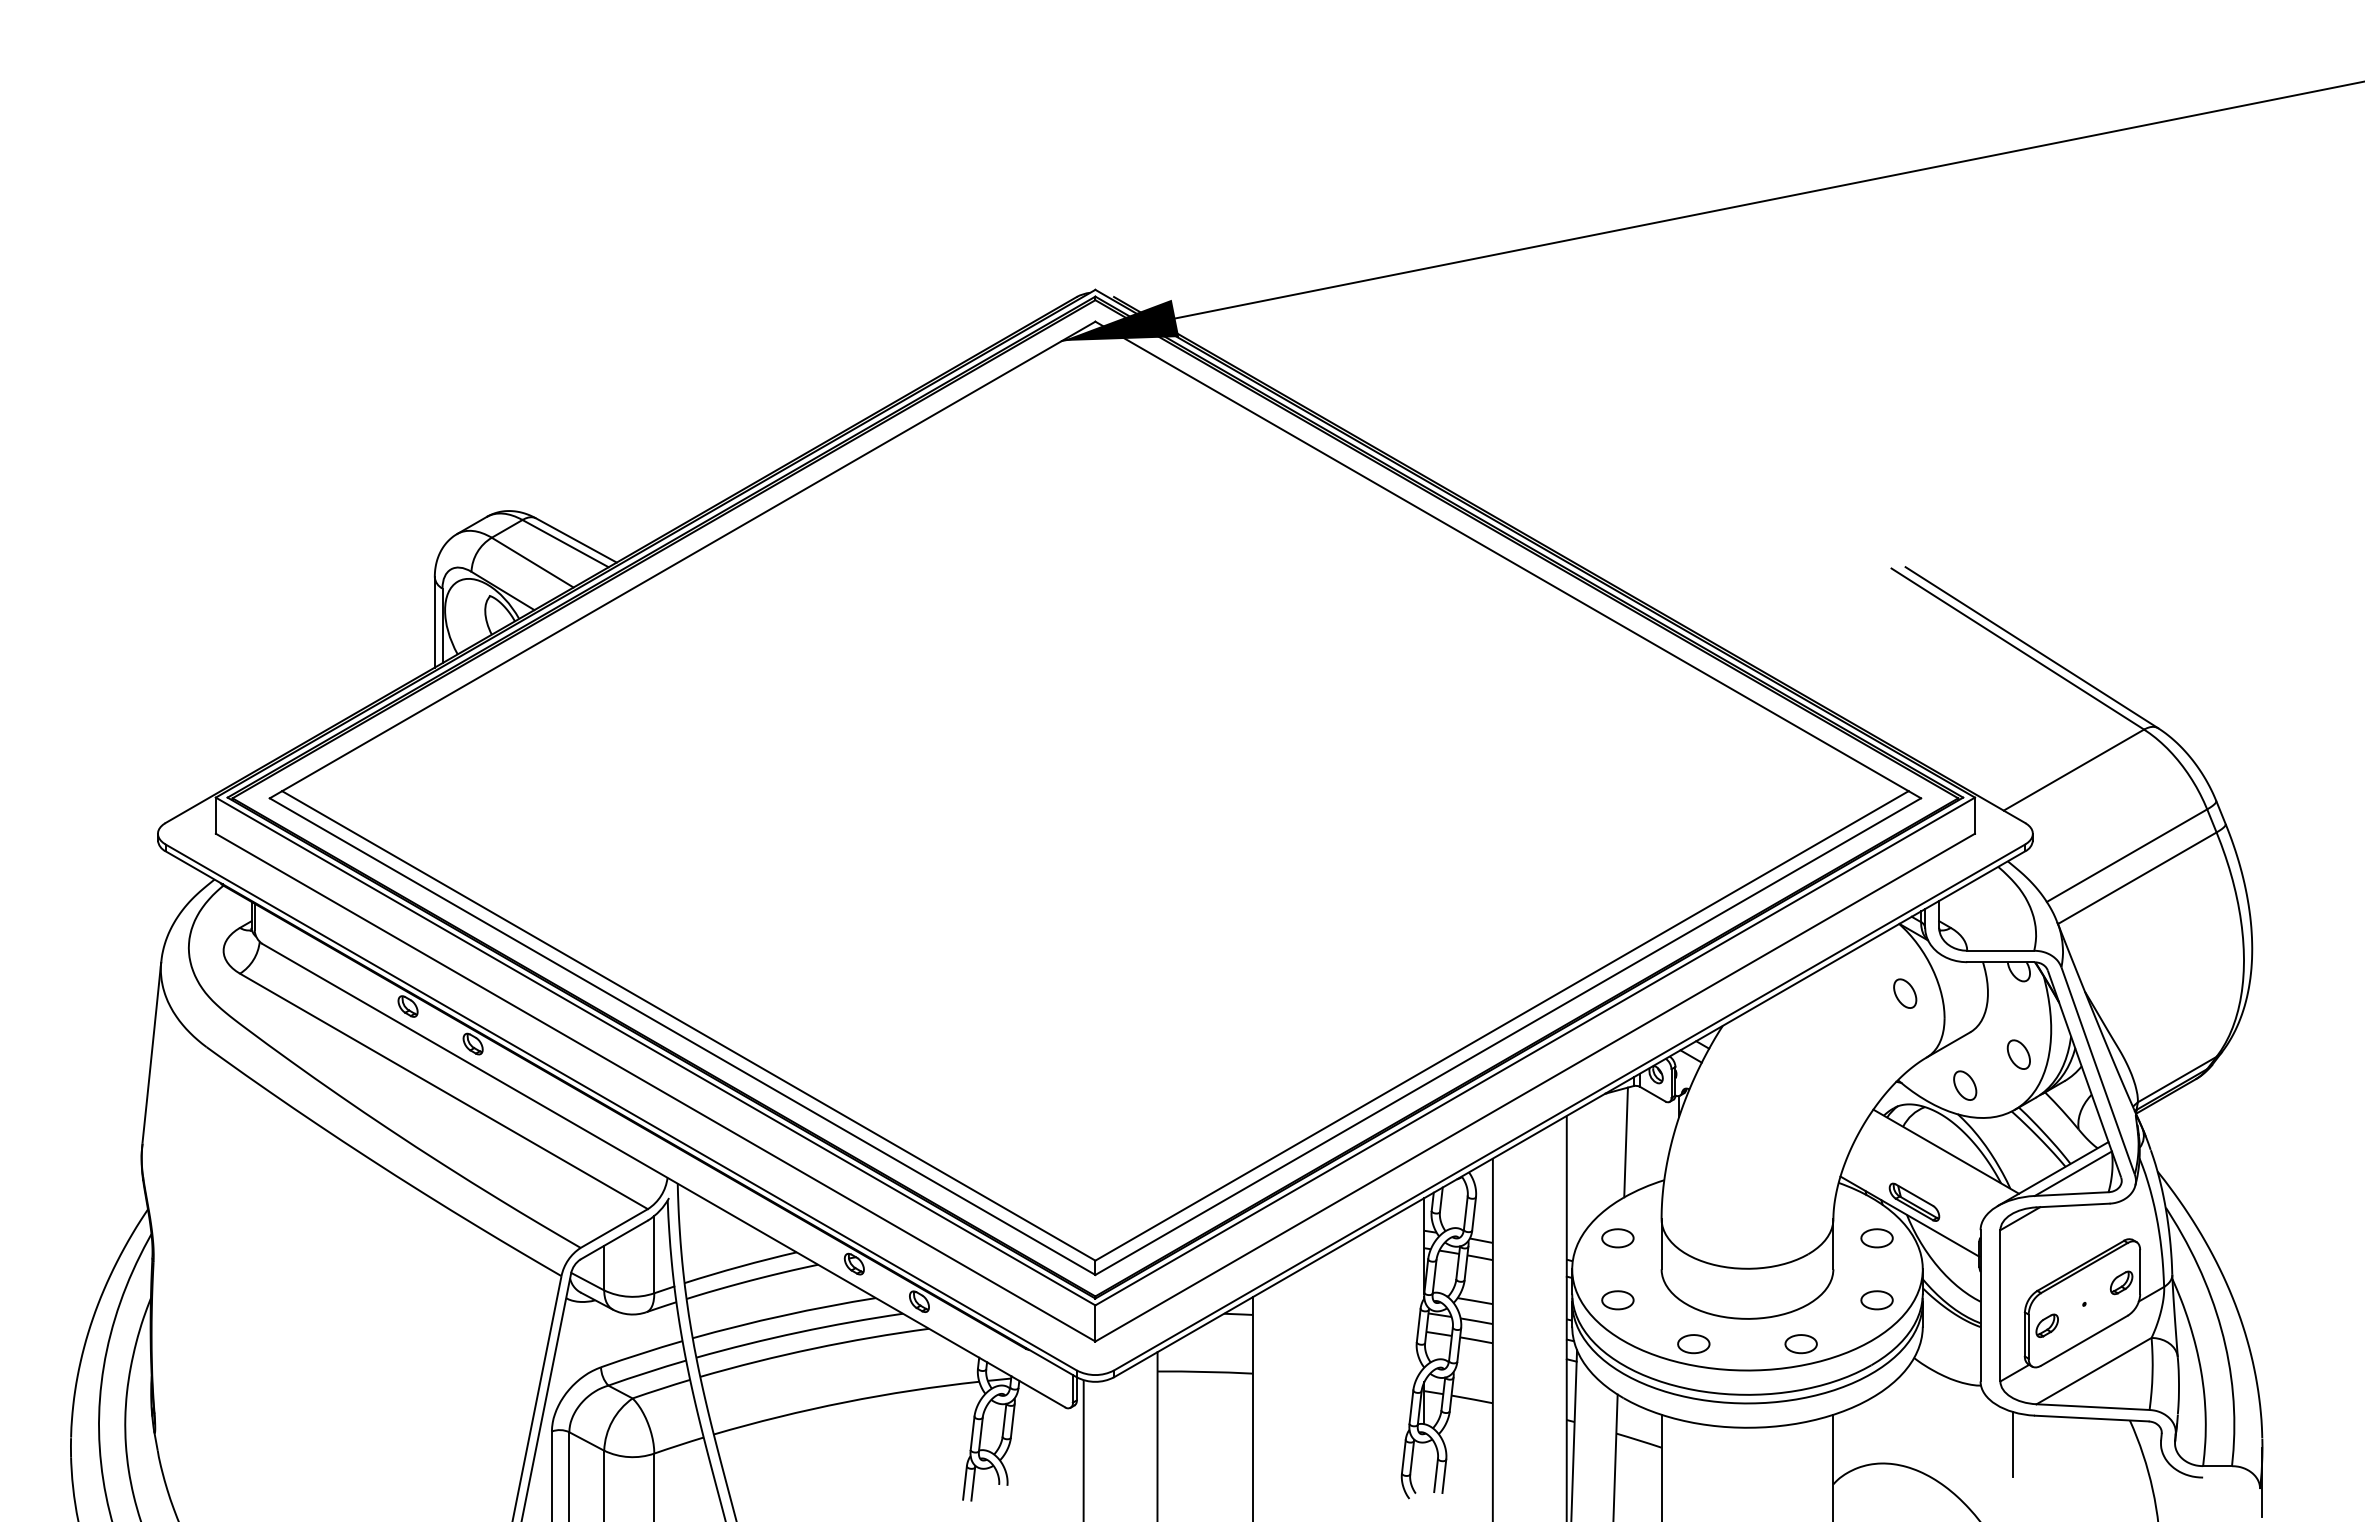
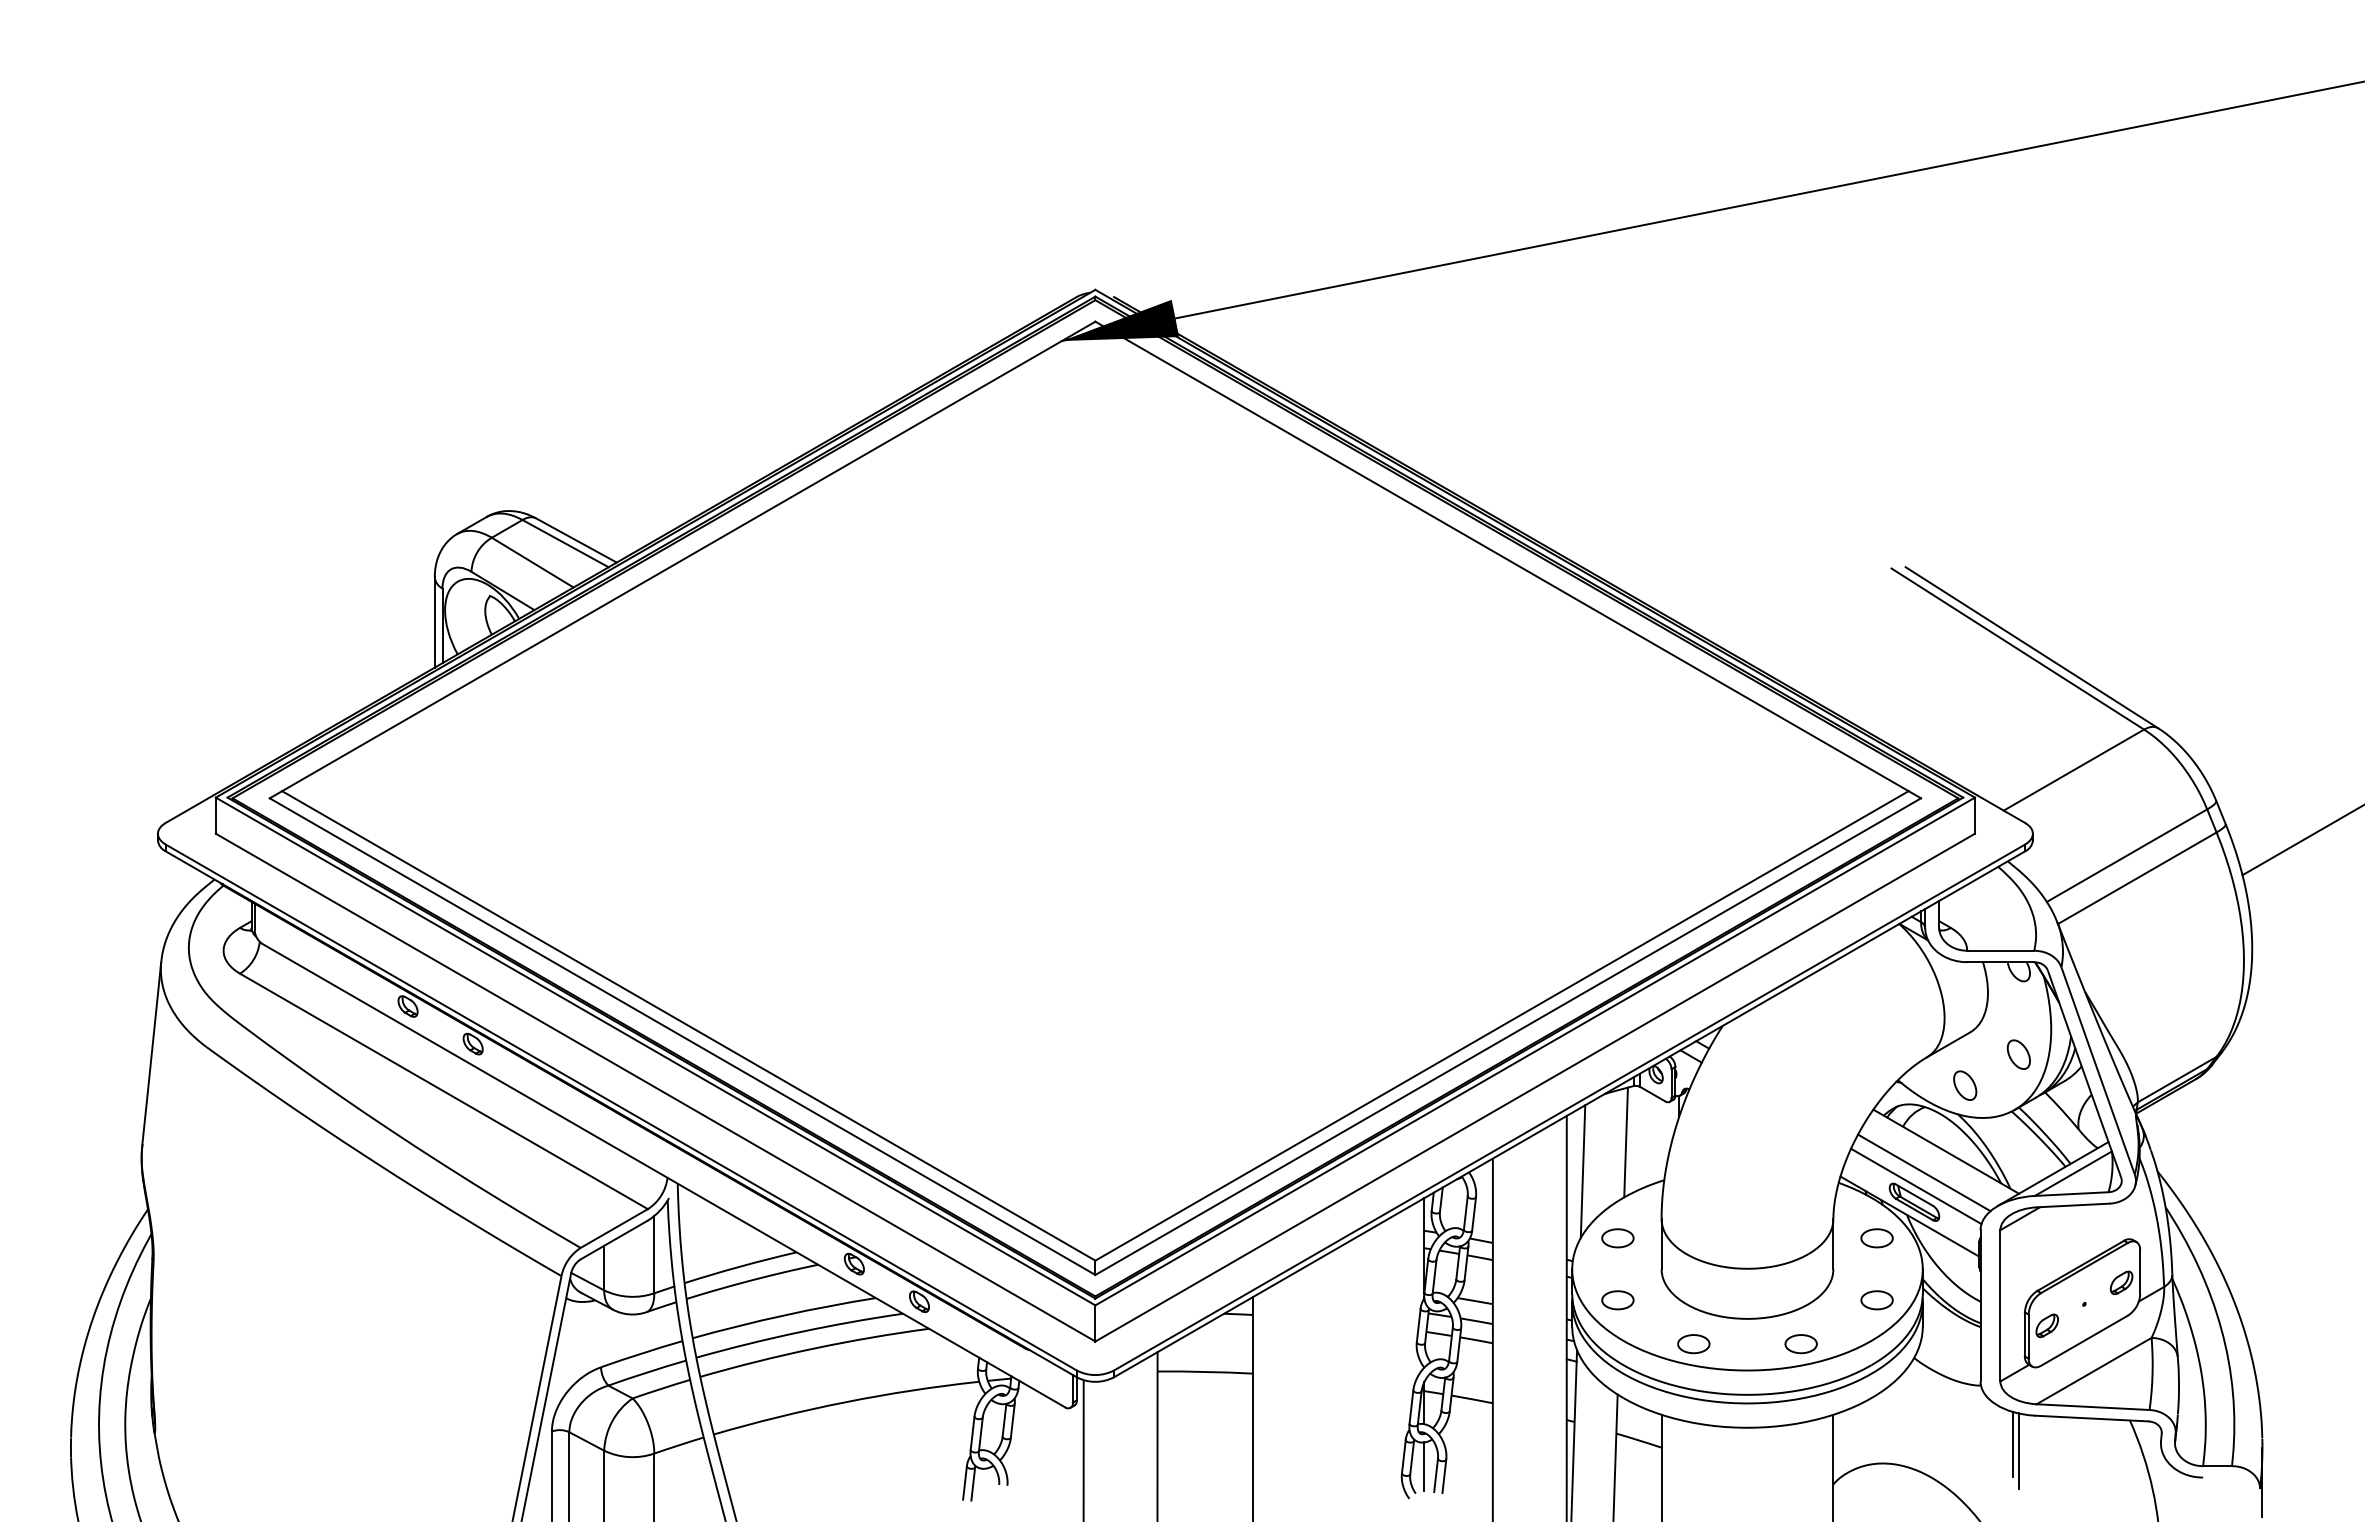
line at (2301, 840): none -> present
part at (1905, 993): present -> none
line at (1582, 1171): none -> present
line at (1924, 1172): none -> present
line at (1916, 1186): none -> present
line at (2018, 1451): none -> present
line at (1424, 1466): none -> present
